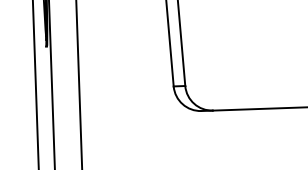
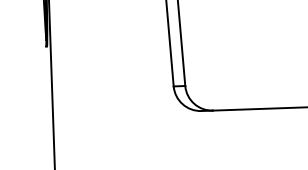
line at (35, 84): present -> none
line at (79, 84): present -> none
